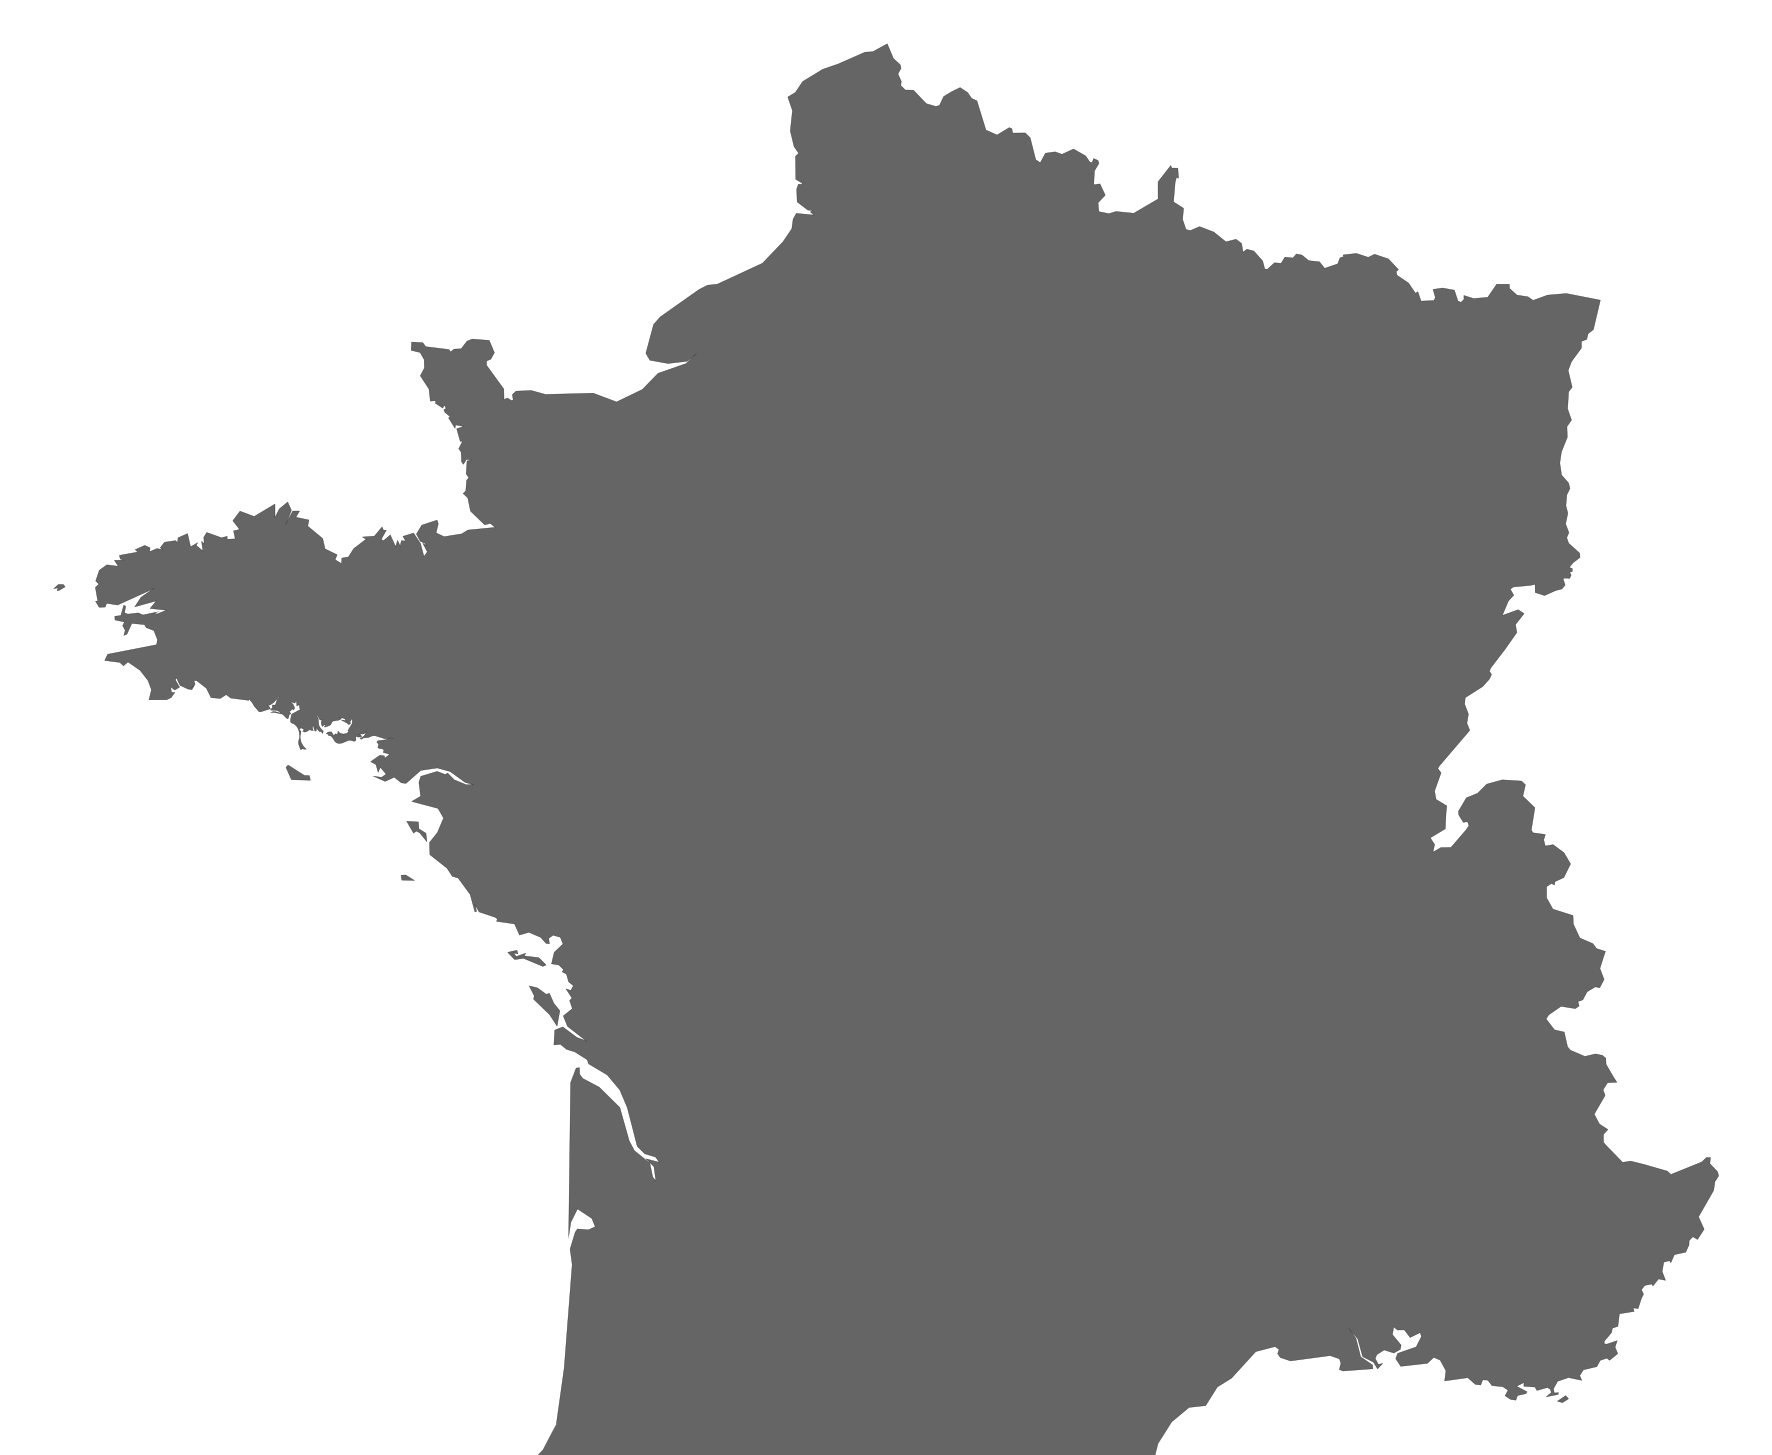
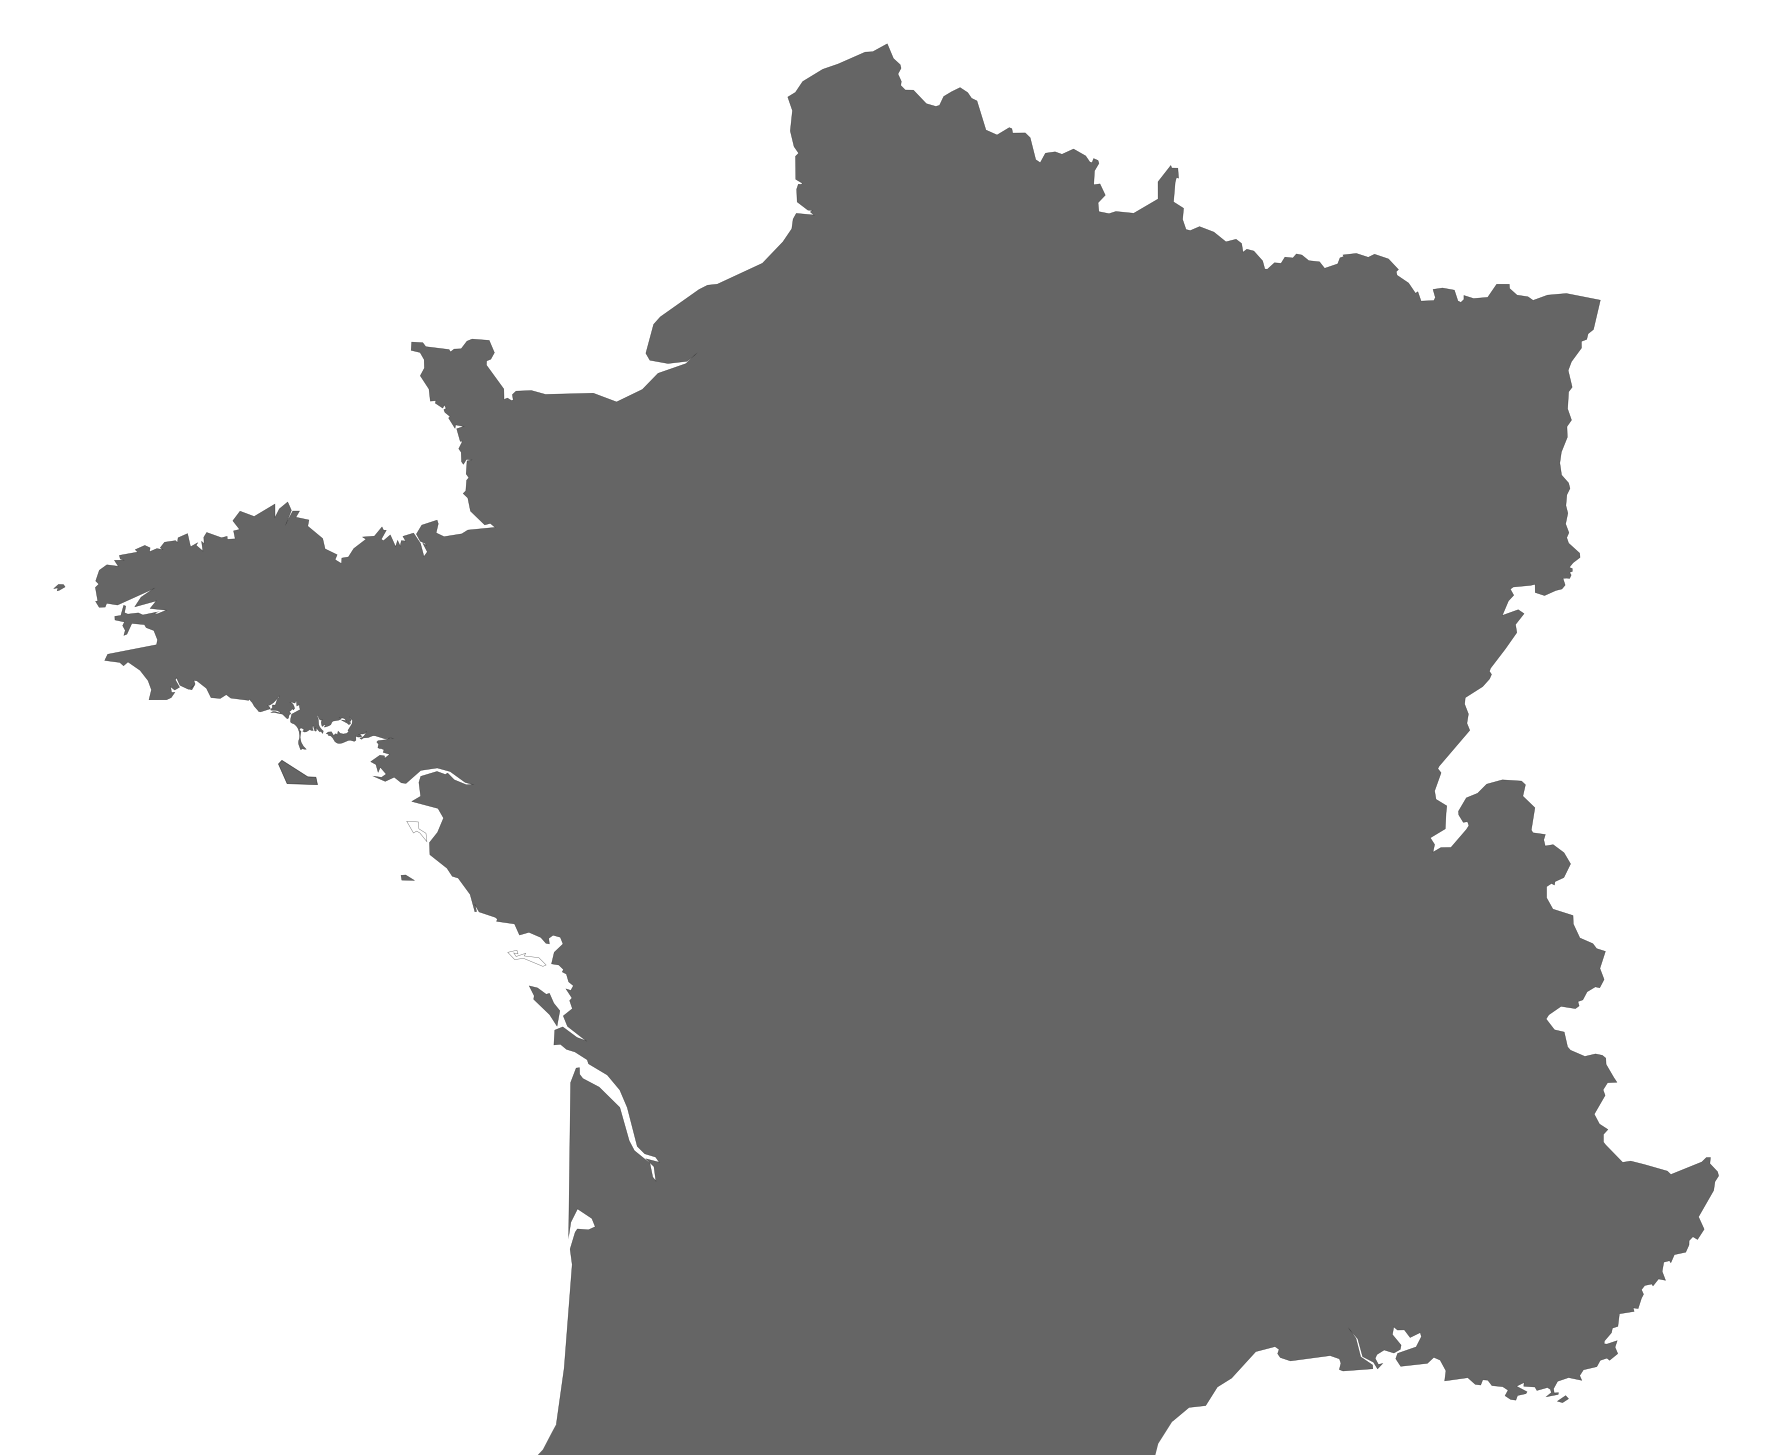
part at (298, 772) size: 25x16 px -> 40x25 px
fill at (416, 831): present -> none
fill at (526, 958): present -> none
